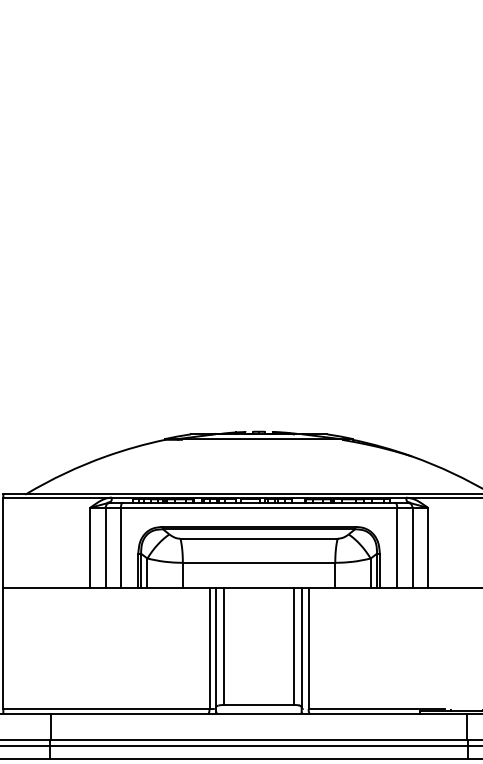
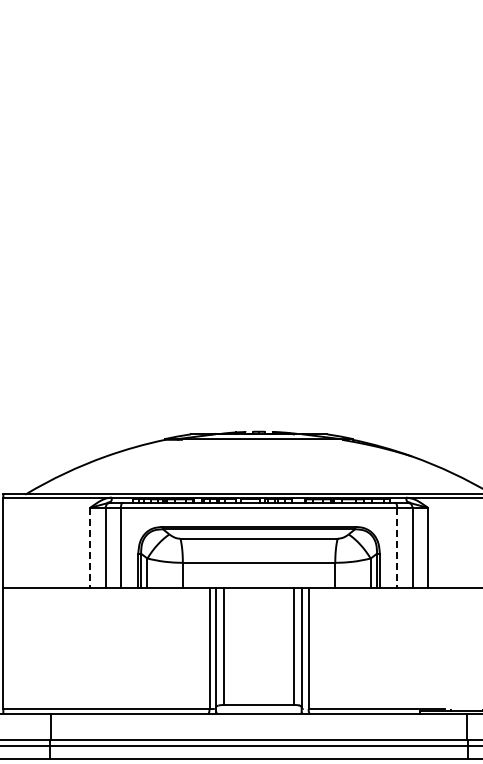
line at (90, 548): solid -> dashed
line at (397, 548): solid -> dashed
